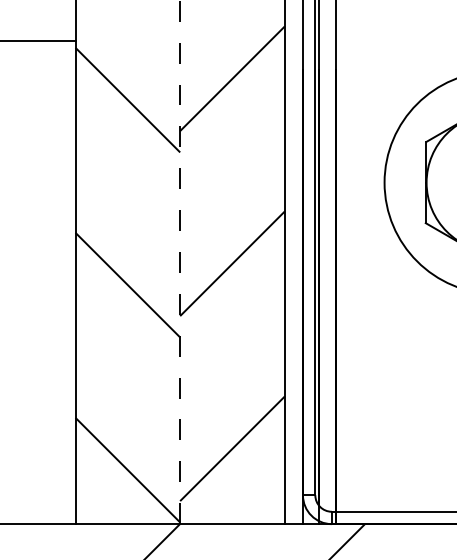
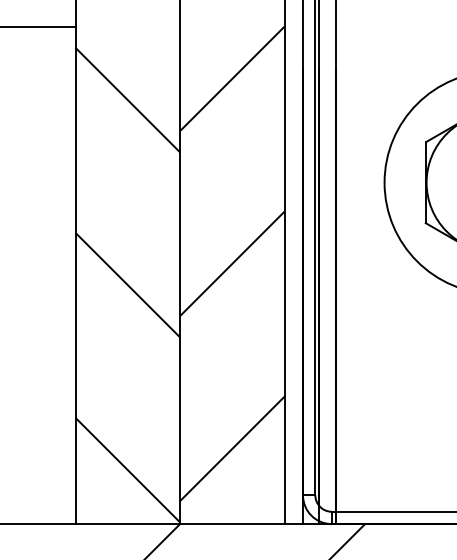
line at (38, 41) position: (38, 41) -> (38, 27)
line at (180, 262): dashed -> solid
